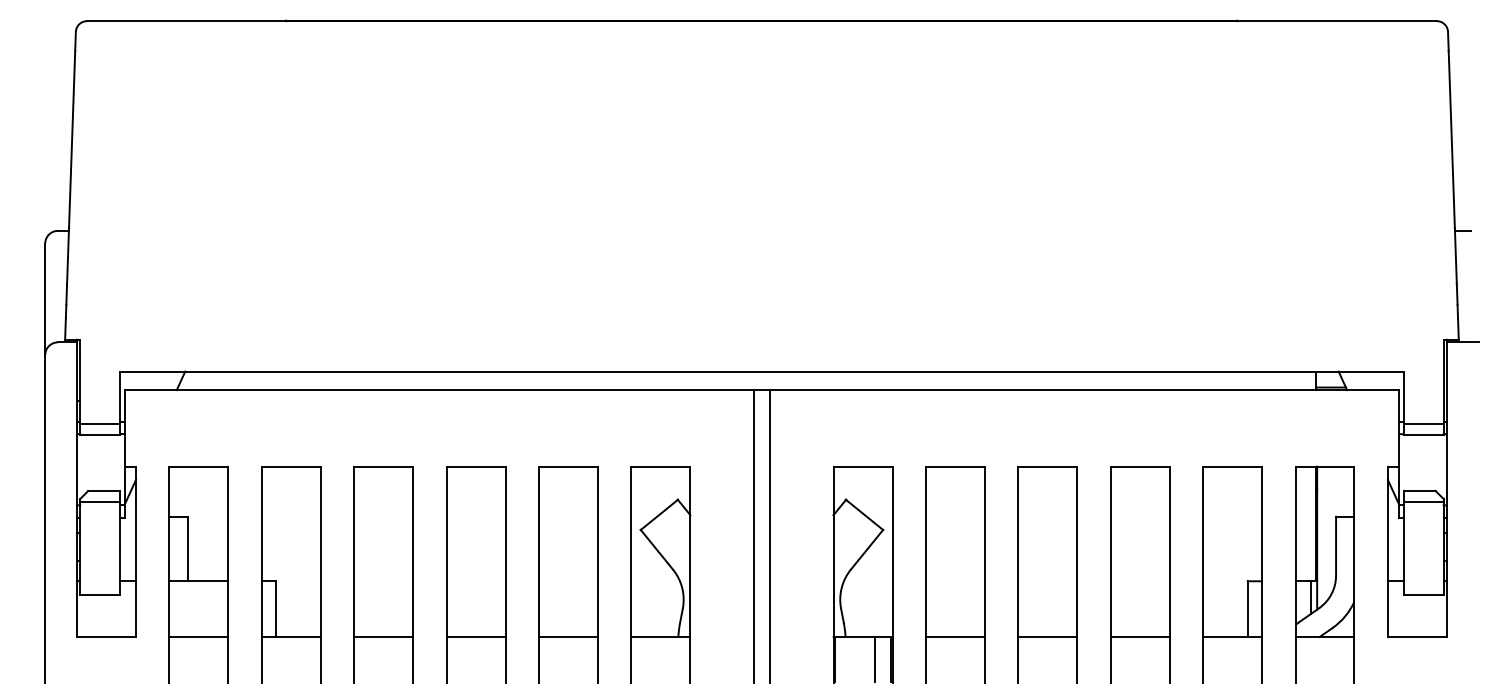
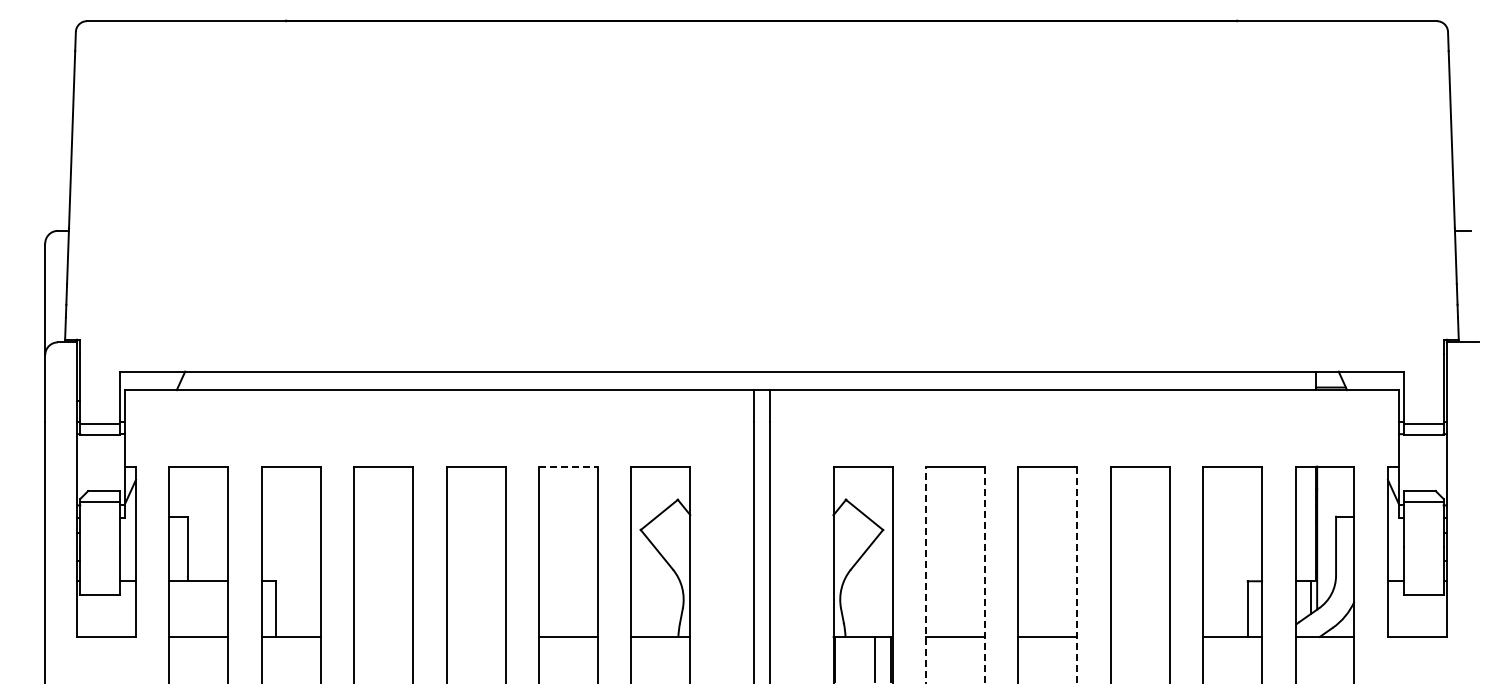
line at (568, 466): solid -> dashed
line at (926, 574): solid -> dashed
line at (984, 575): solid -> dashed
line at (1077, 575): solid -> dashed
line at (383, 637): present -> none
line at (475, 637): present -> none
line at (1139, 637): present -> none
